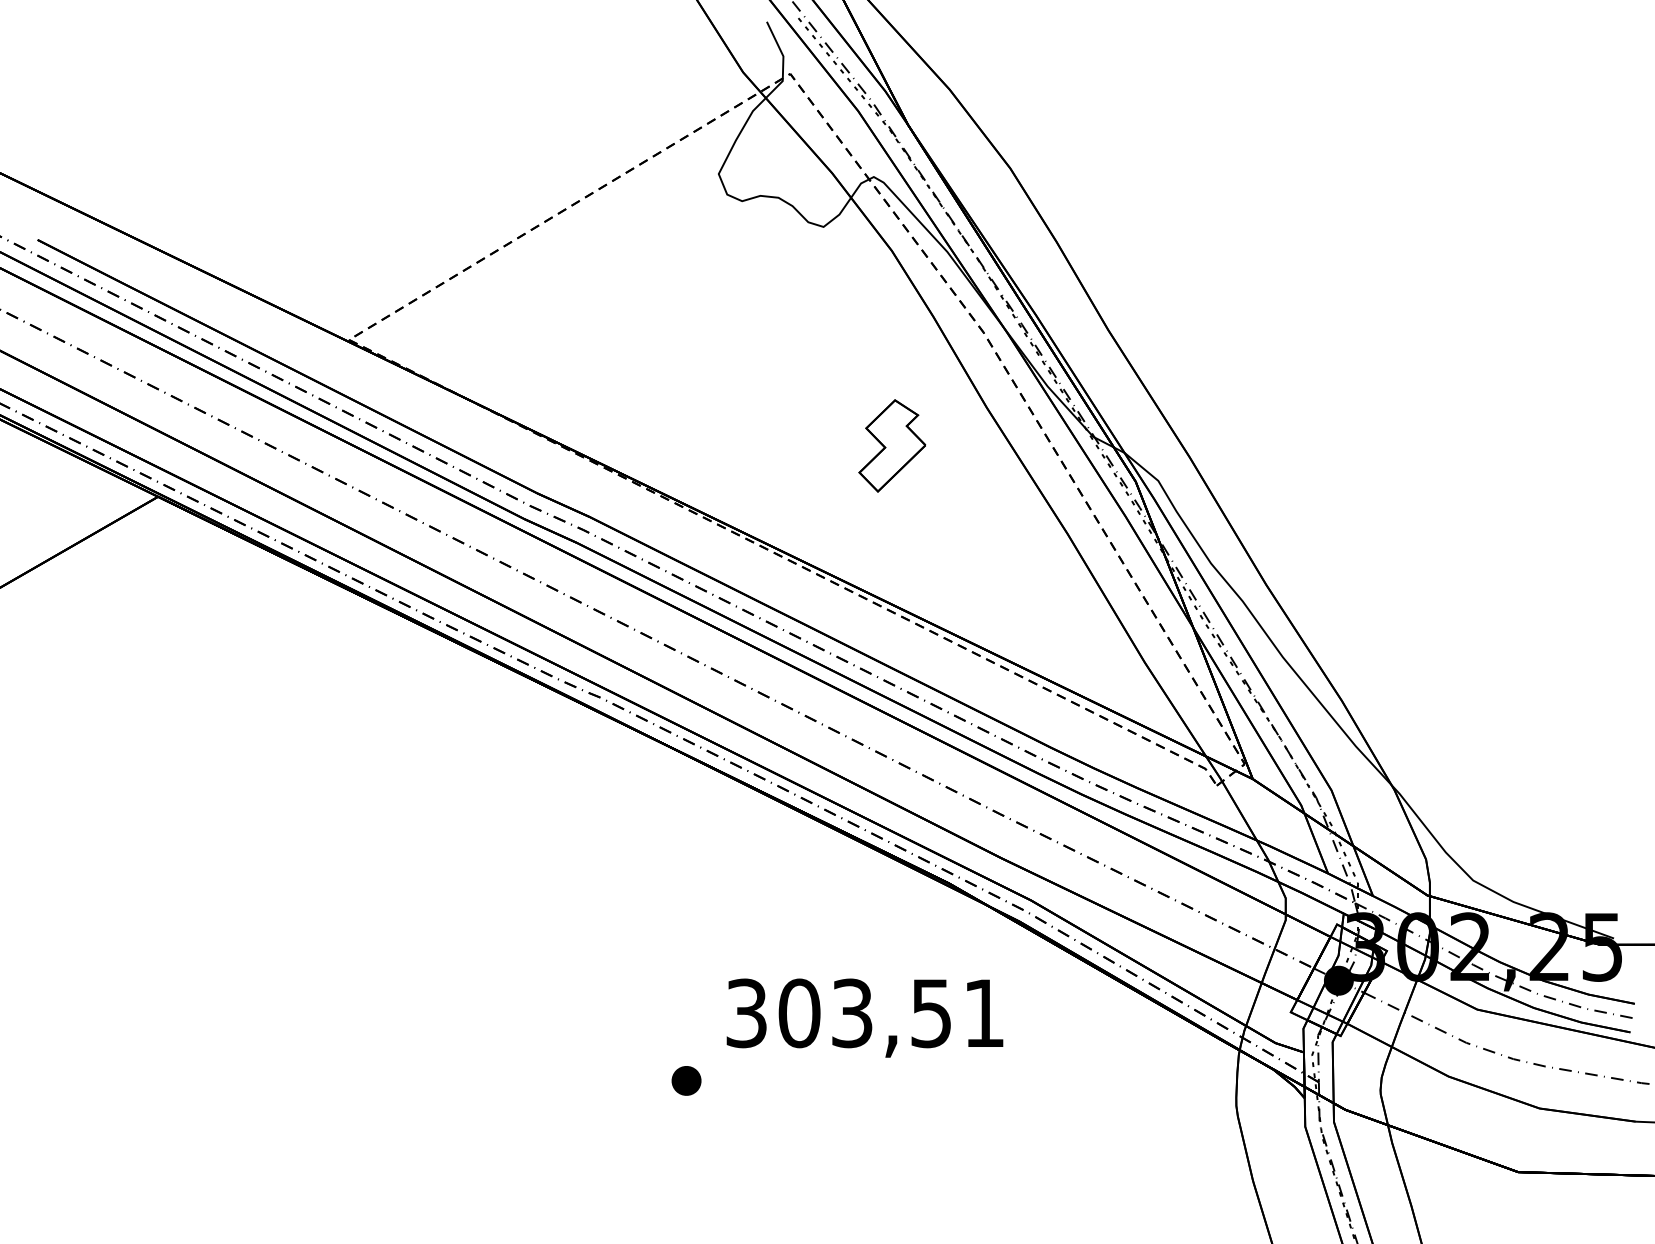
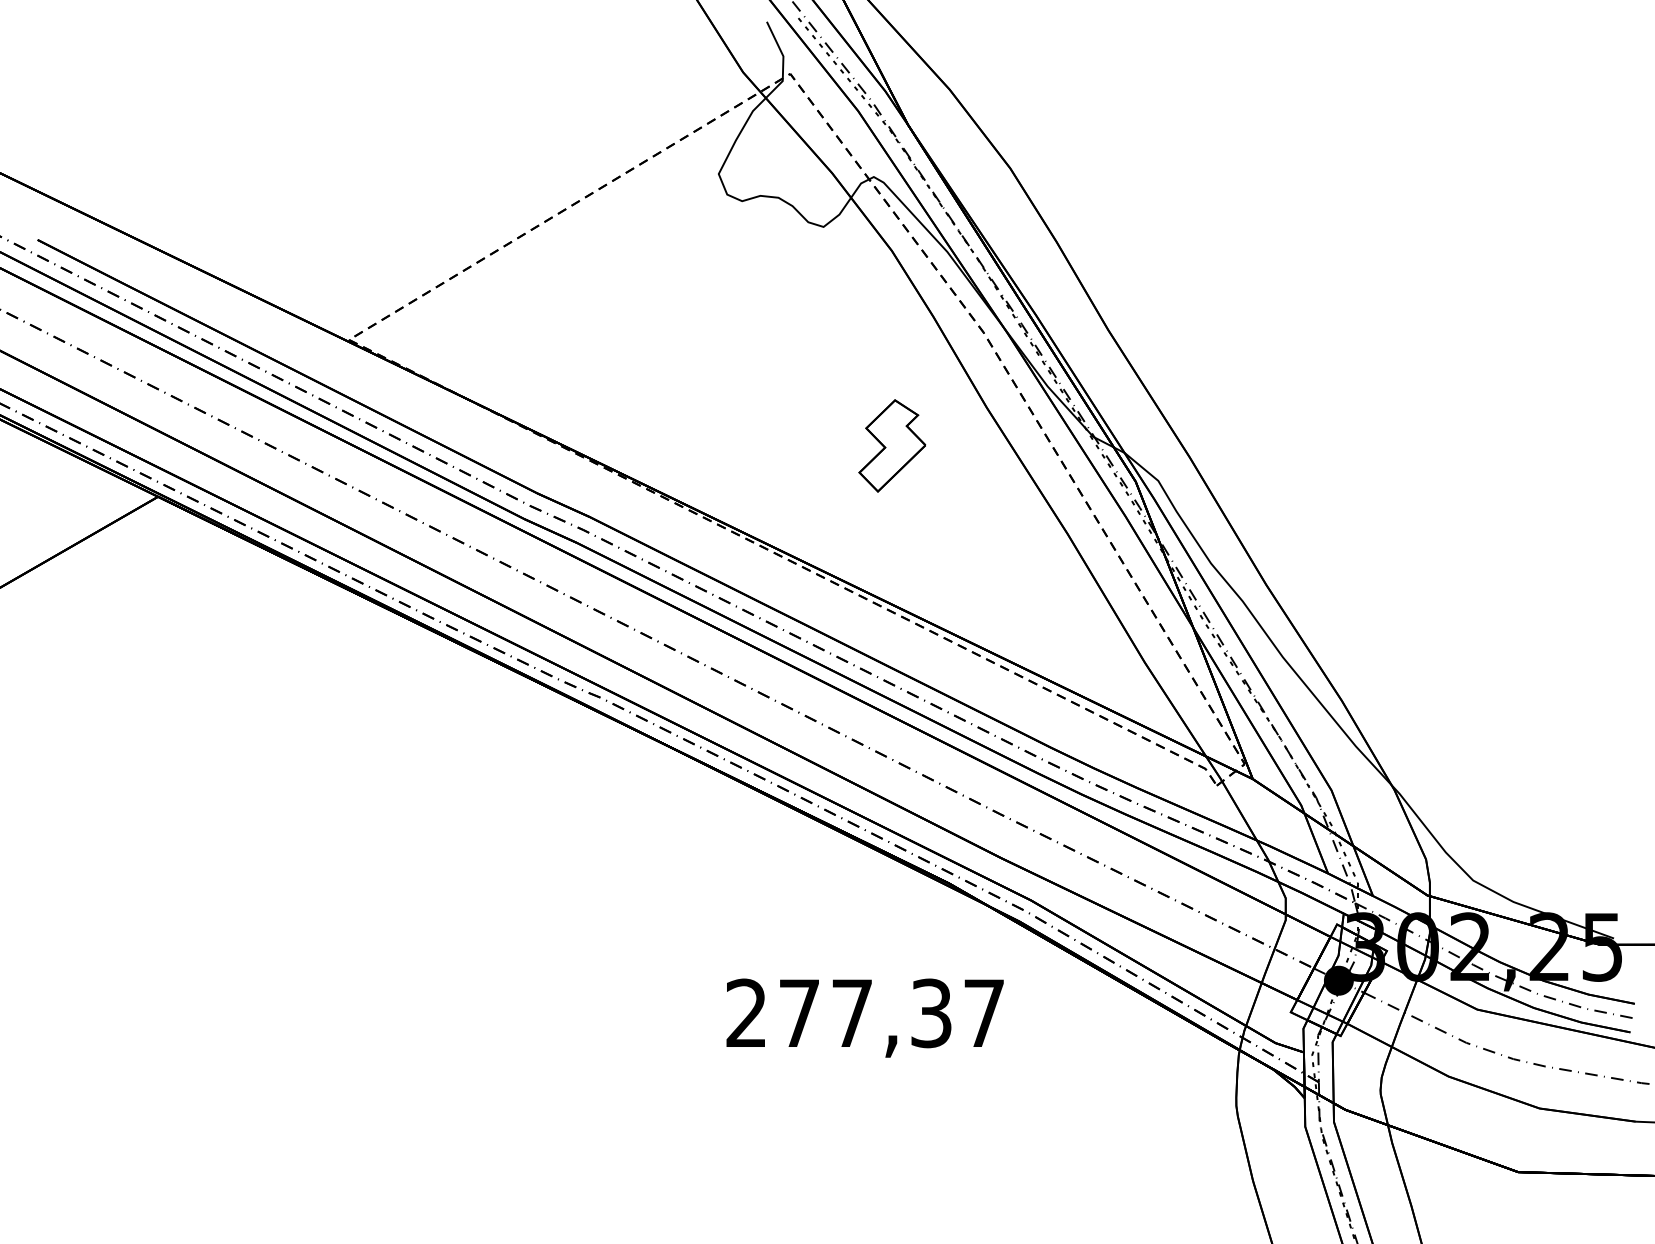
text at (864, 1013): 303,51 -> 277,37
part at (686, 1080): present -> none
